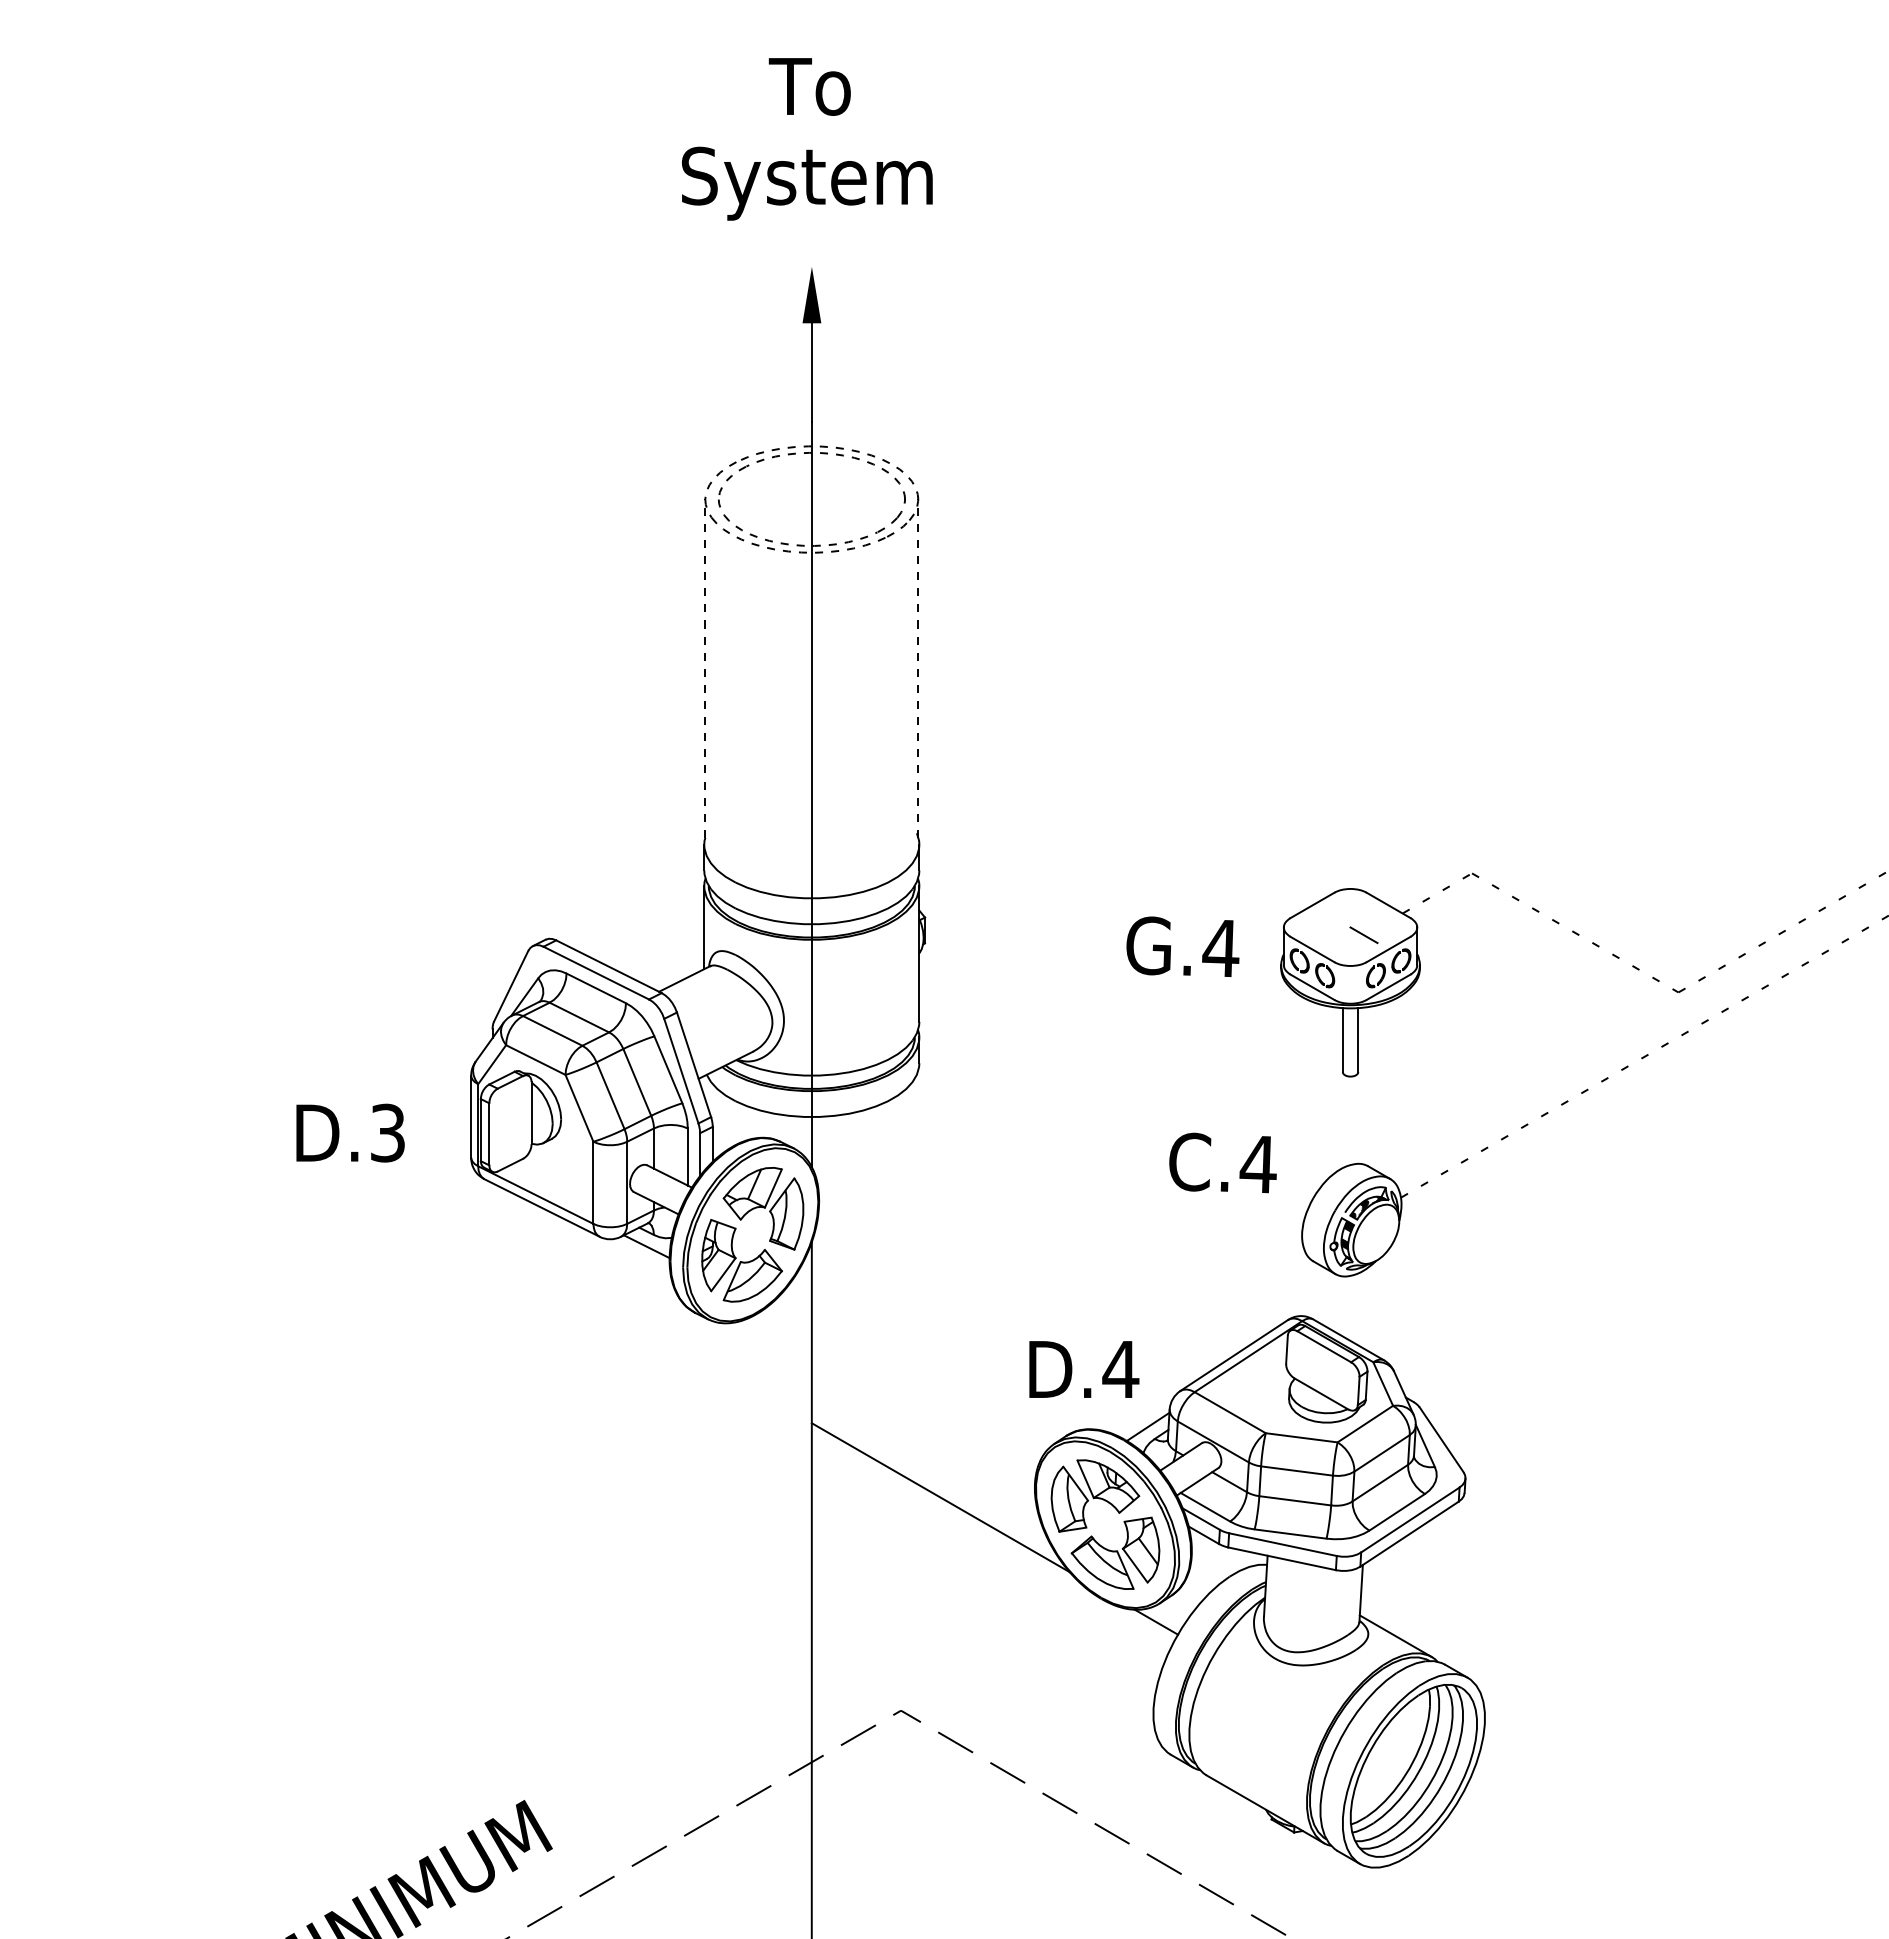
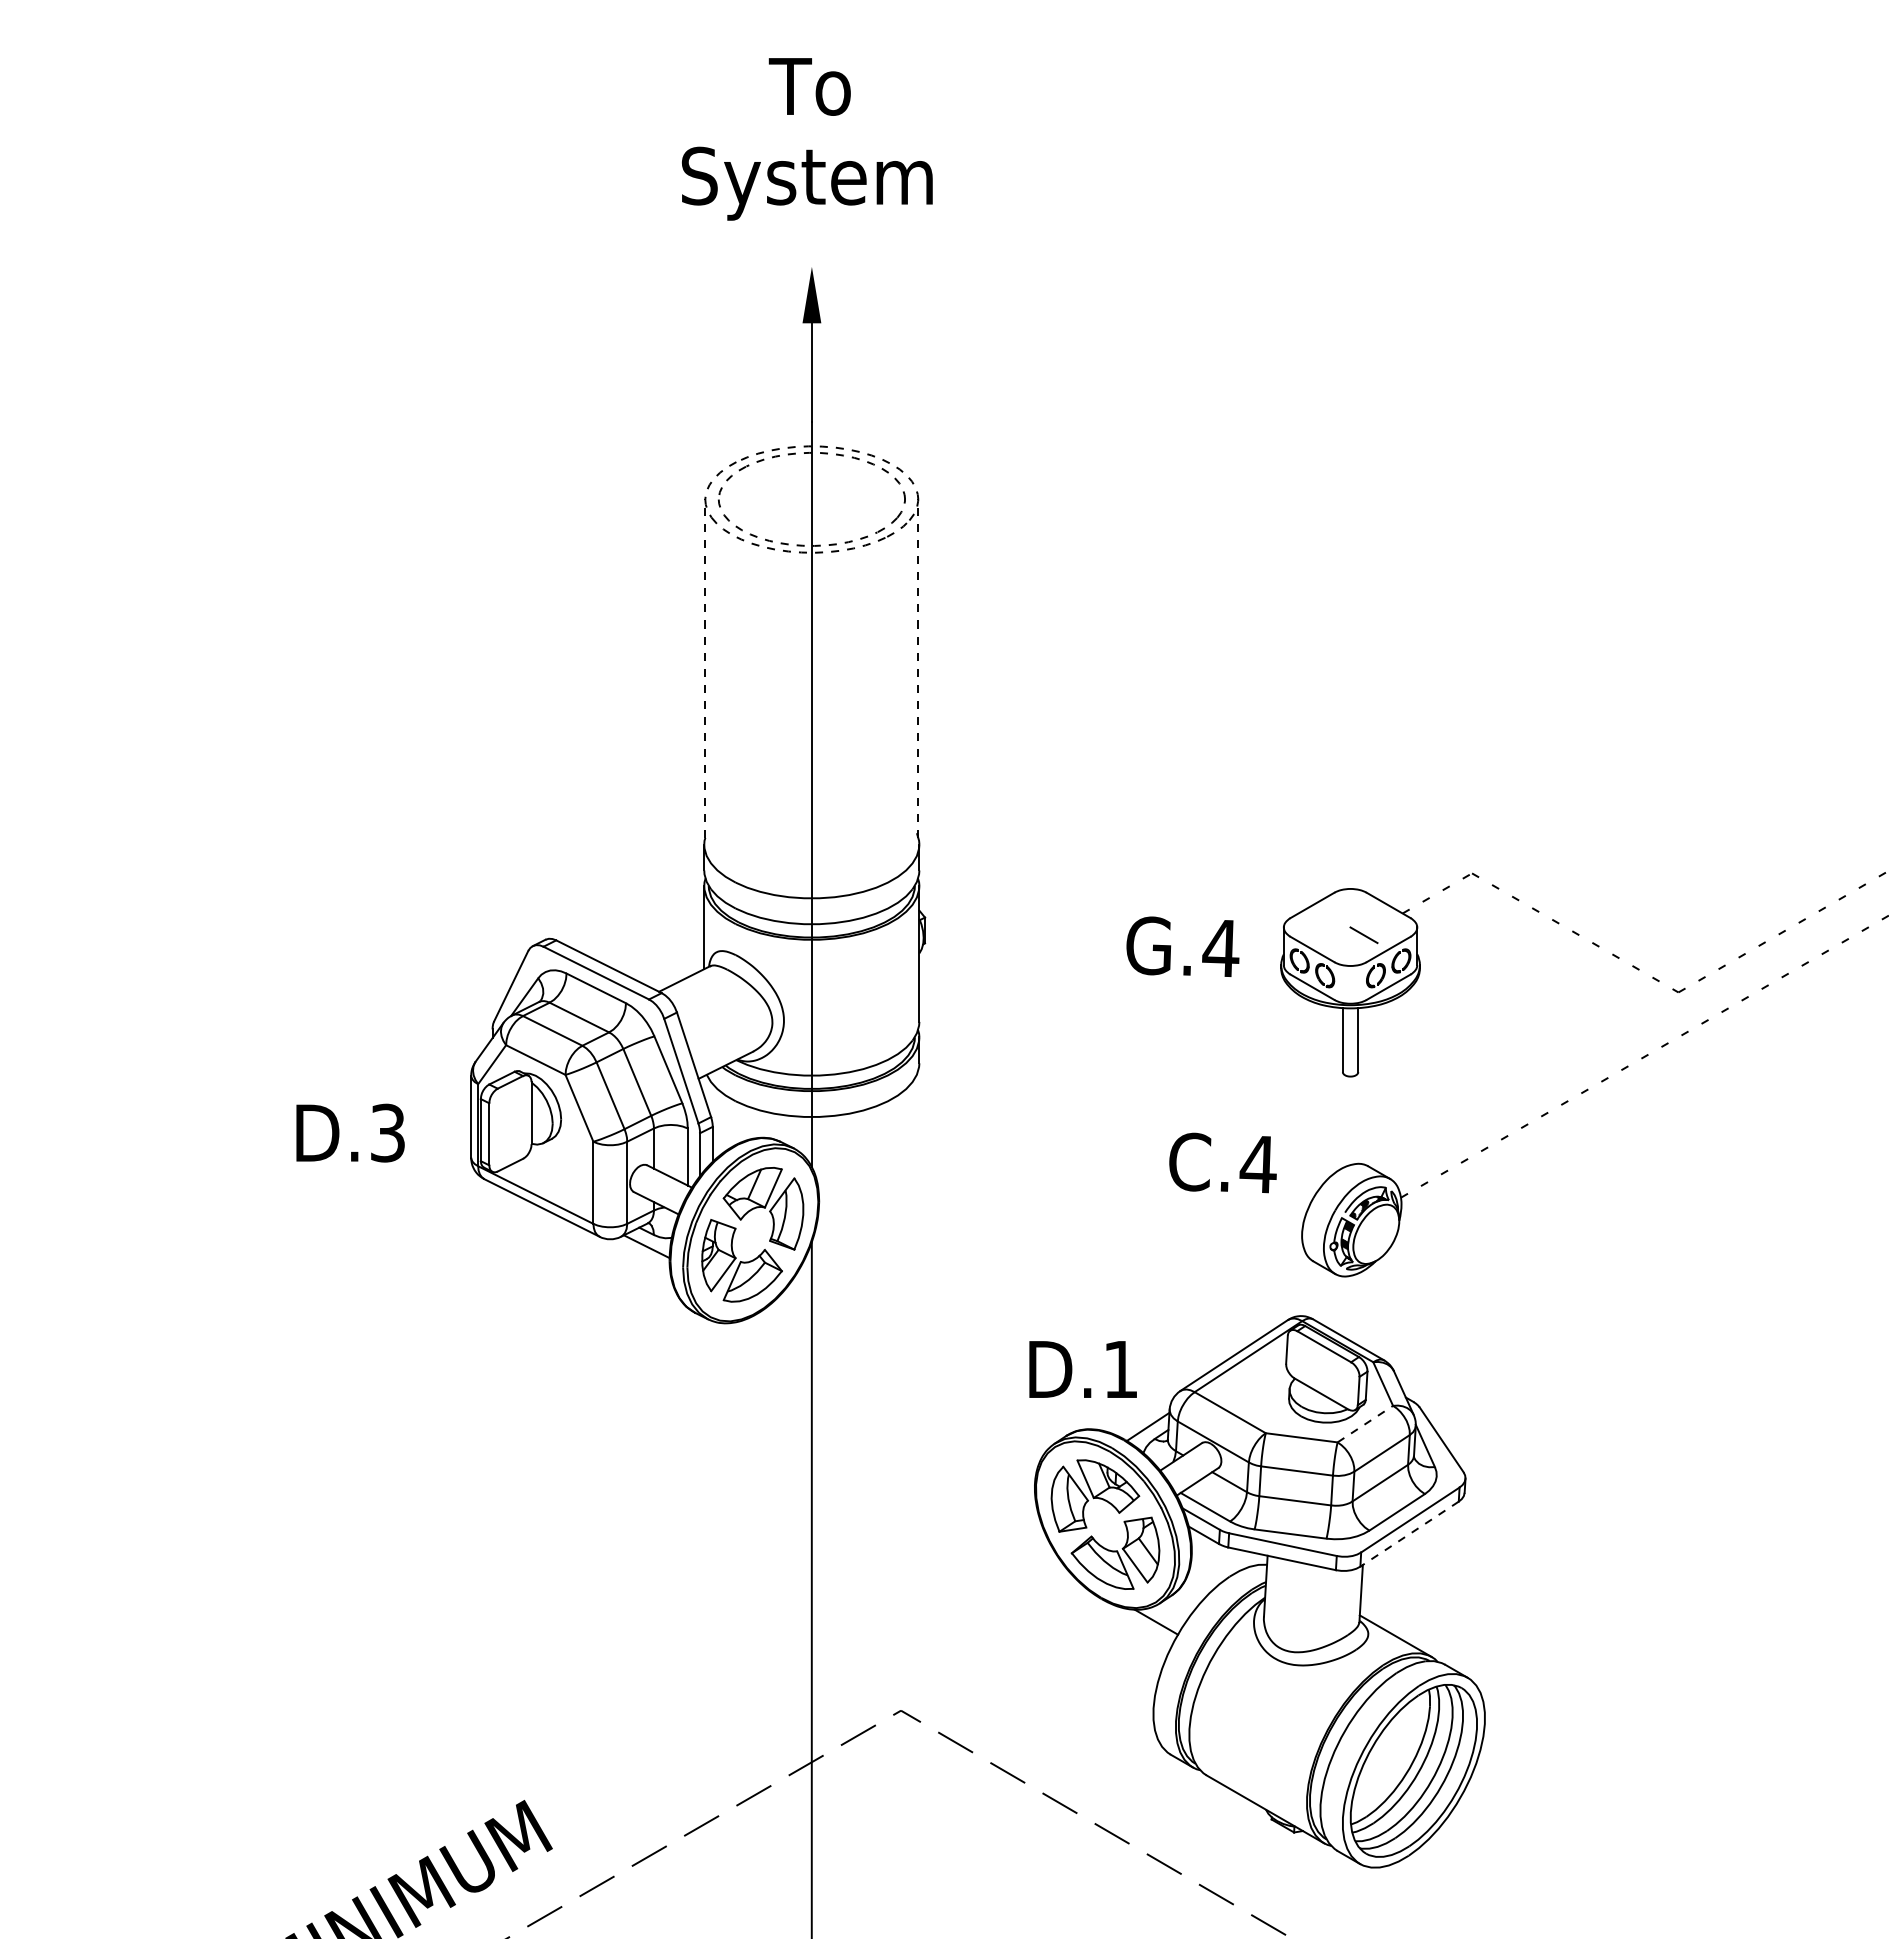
text at (1120, 1369): D.4 -> D.1
line at (1365, 1423): solid -> dashed
line at (940, 1497): present -> none
line at (1409, 1534): solid -> dashed
